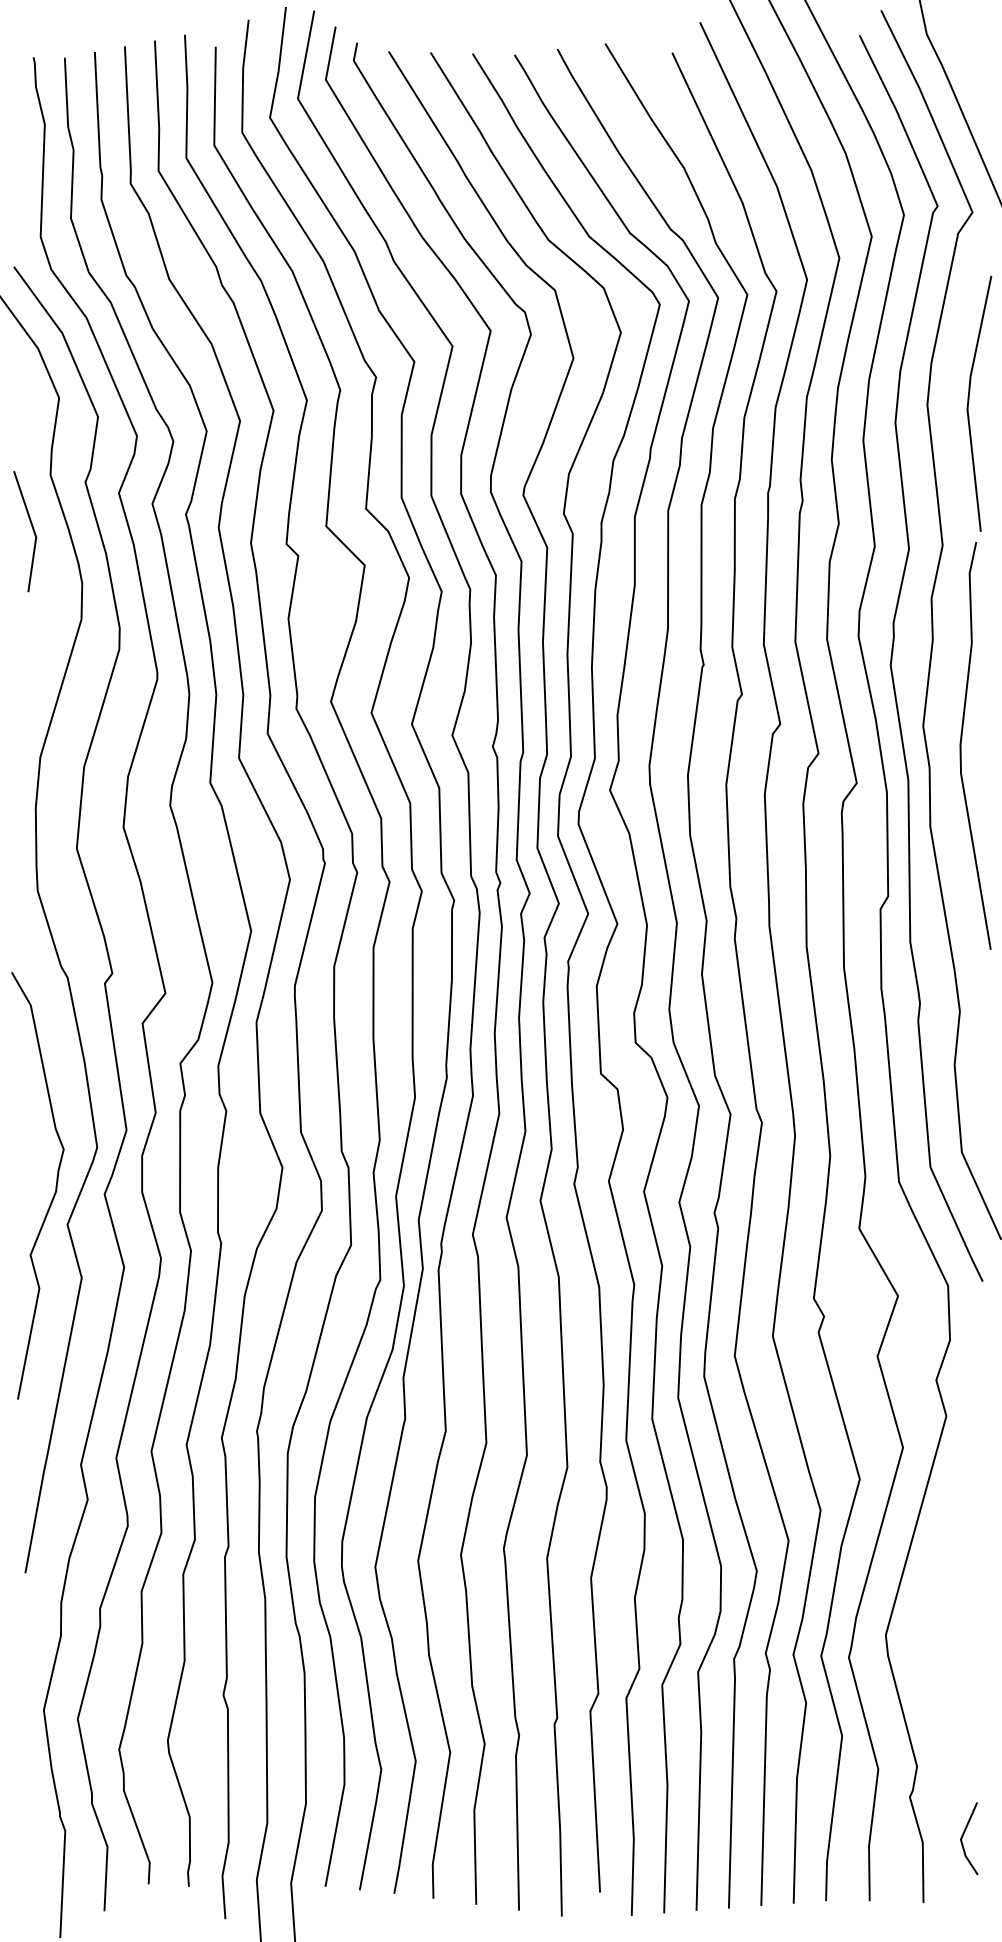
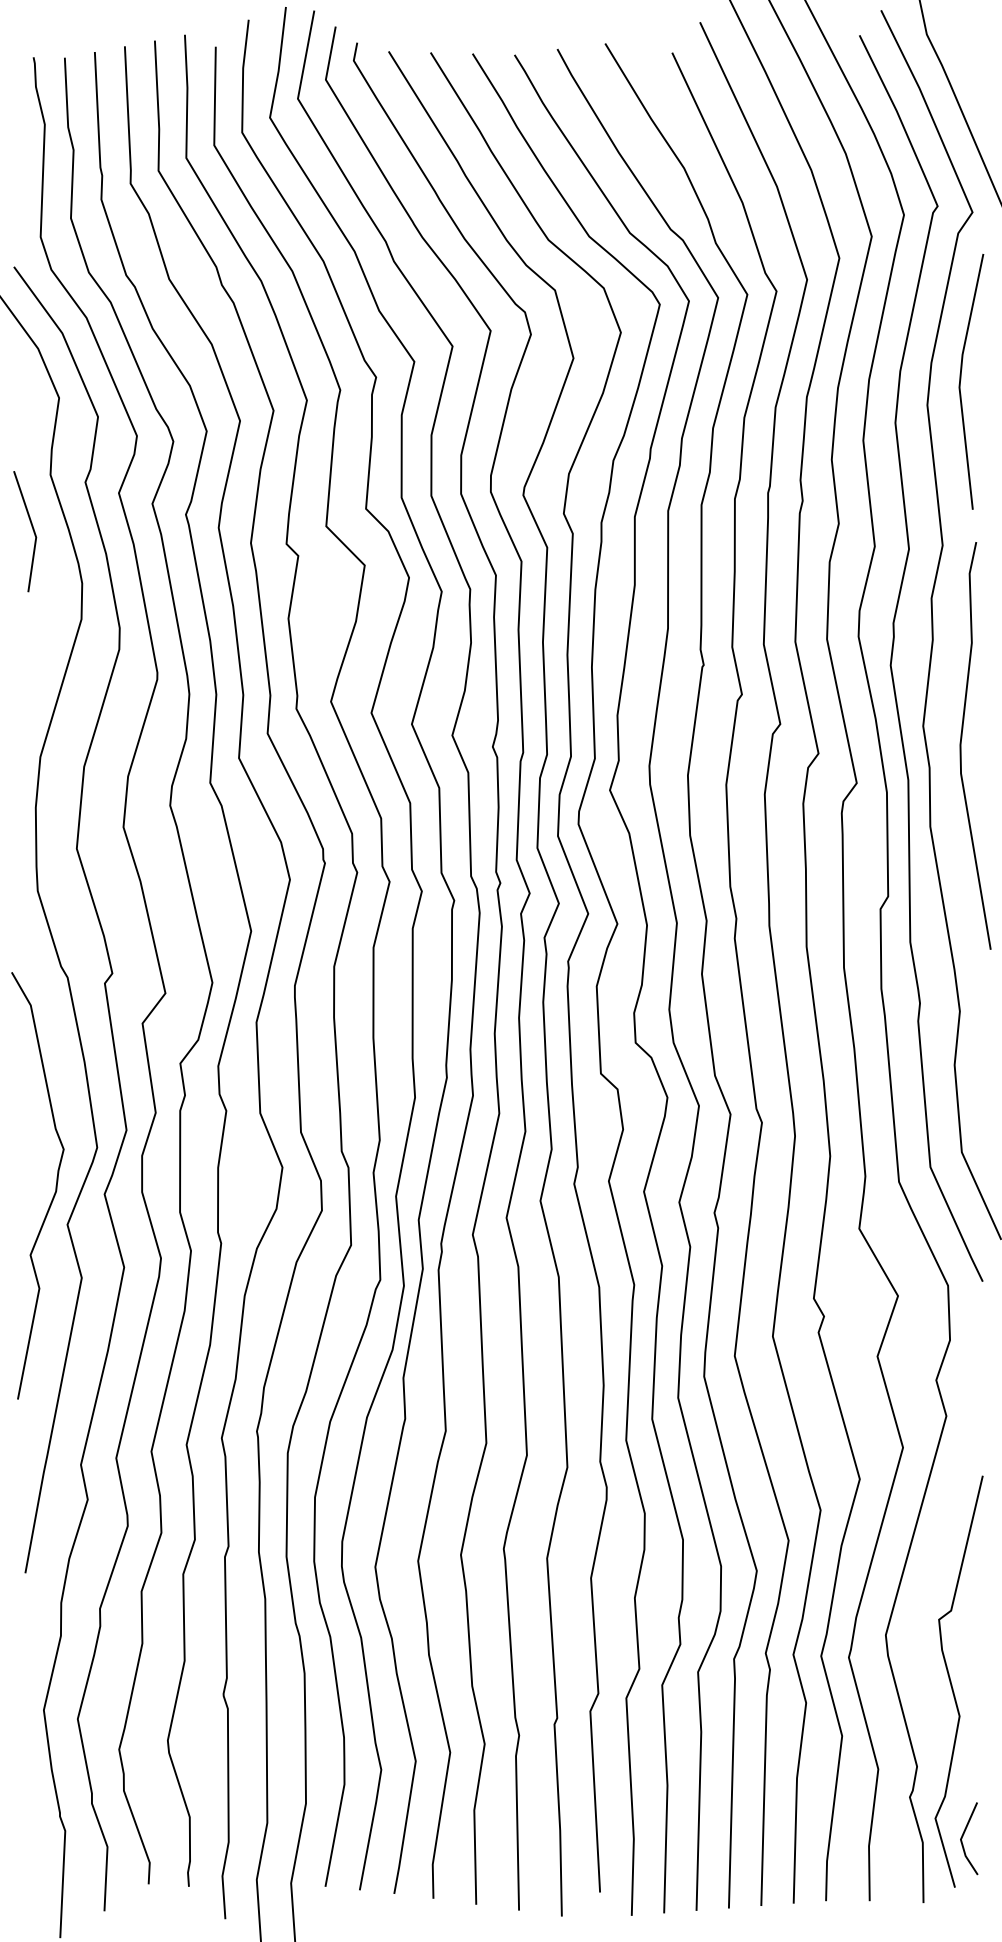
line at (969, 402) position: (969, 402) -> (961, 380)
curve at (952, 1684): none -> present
